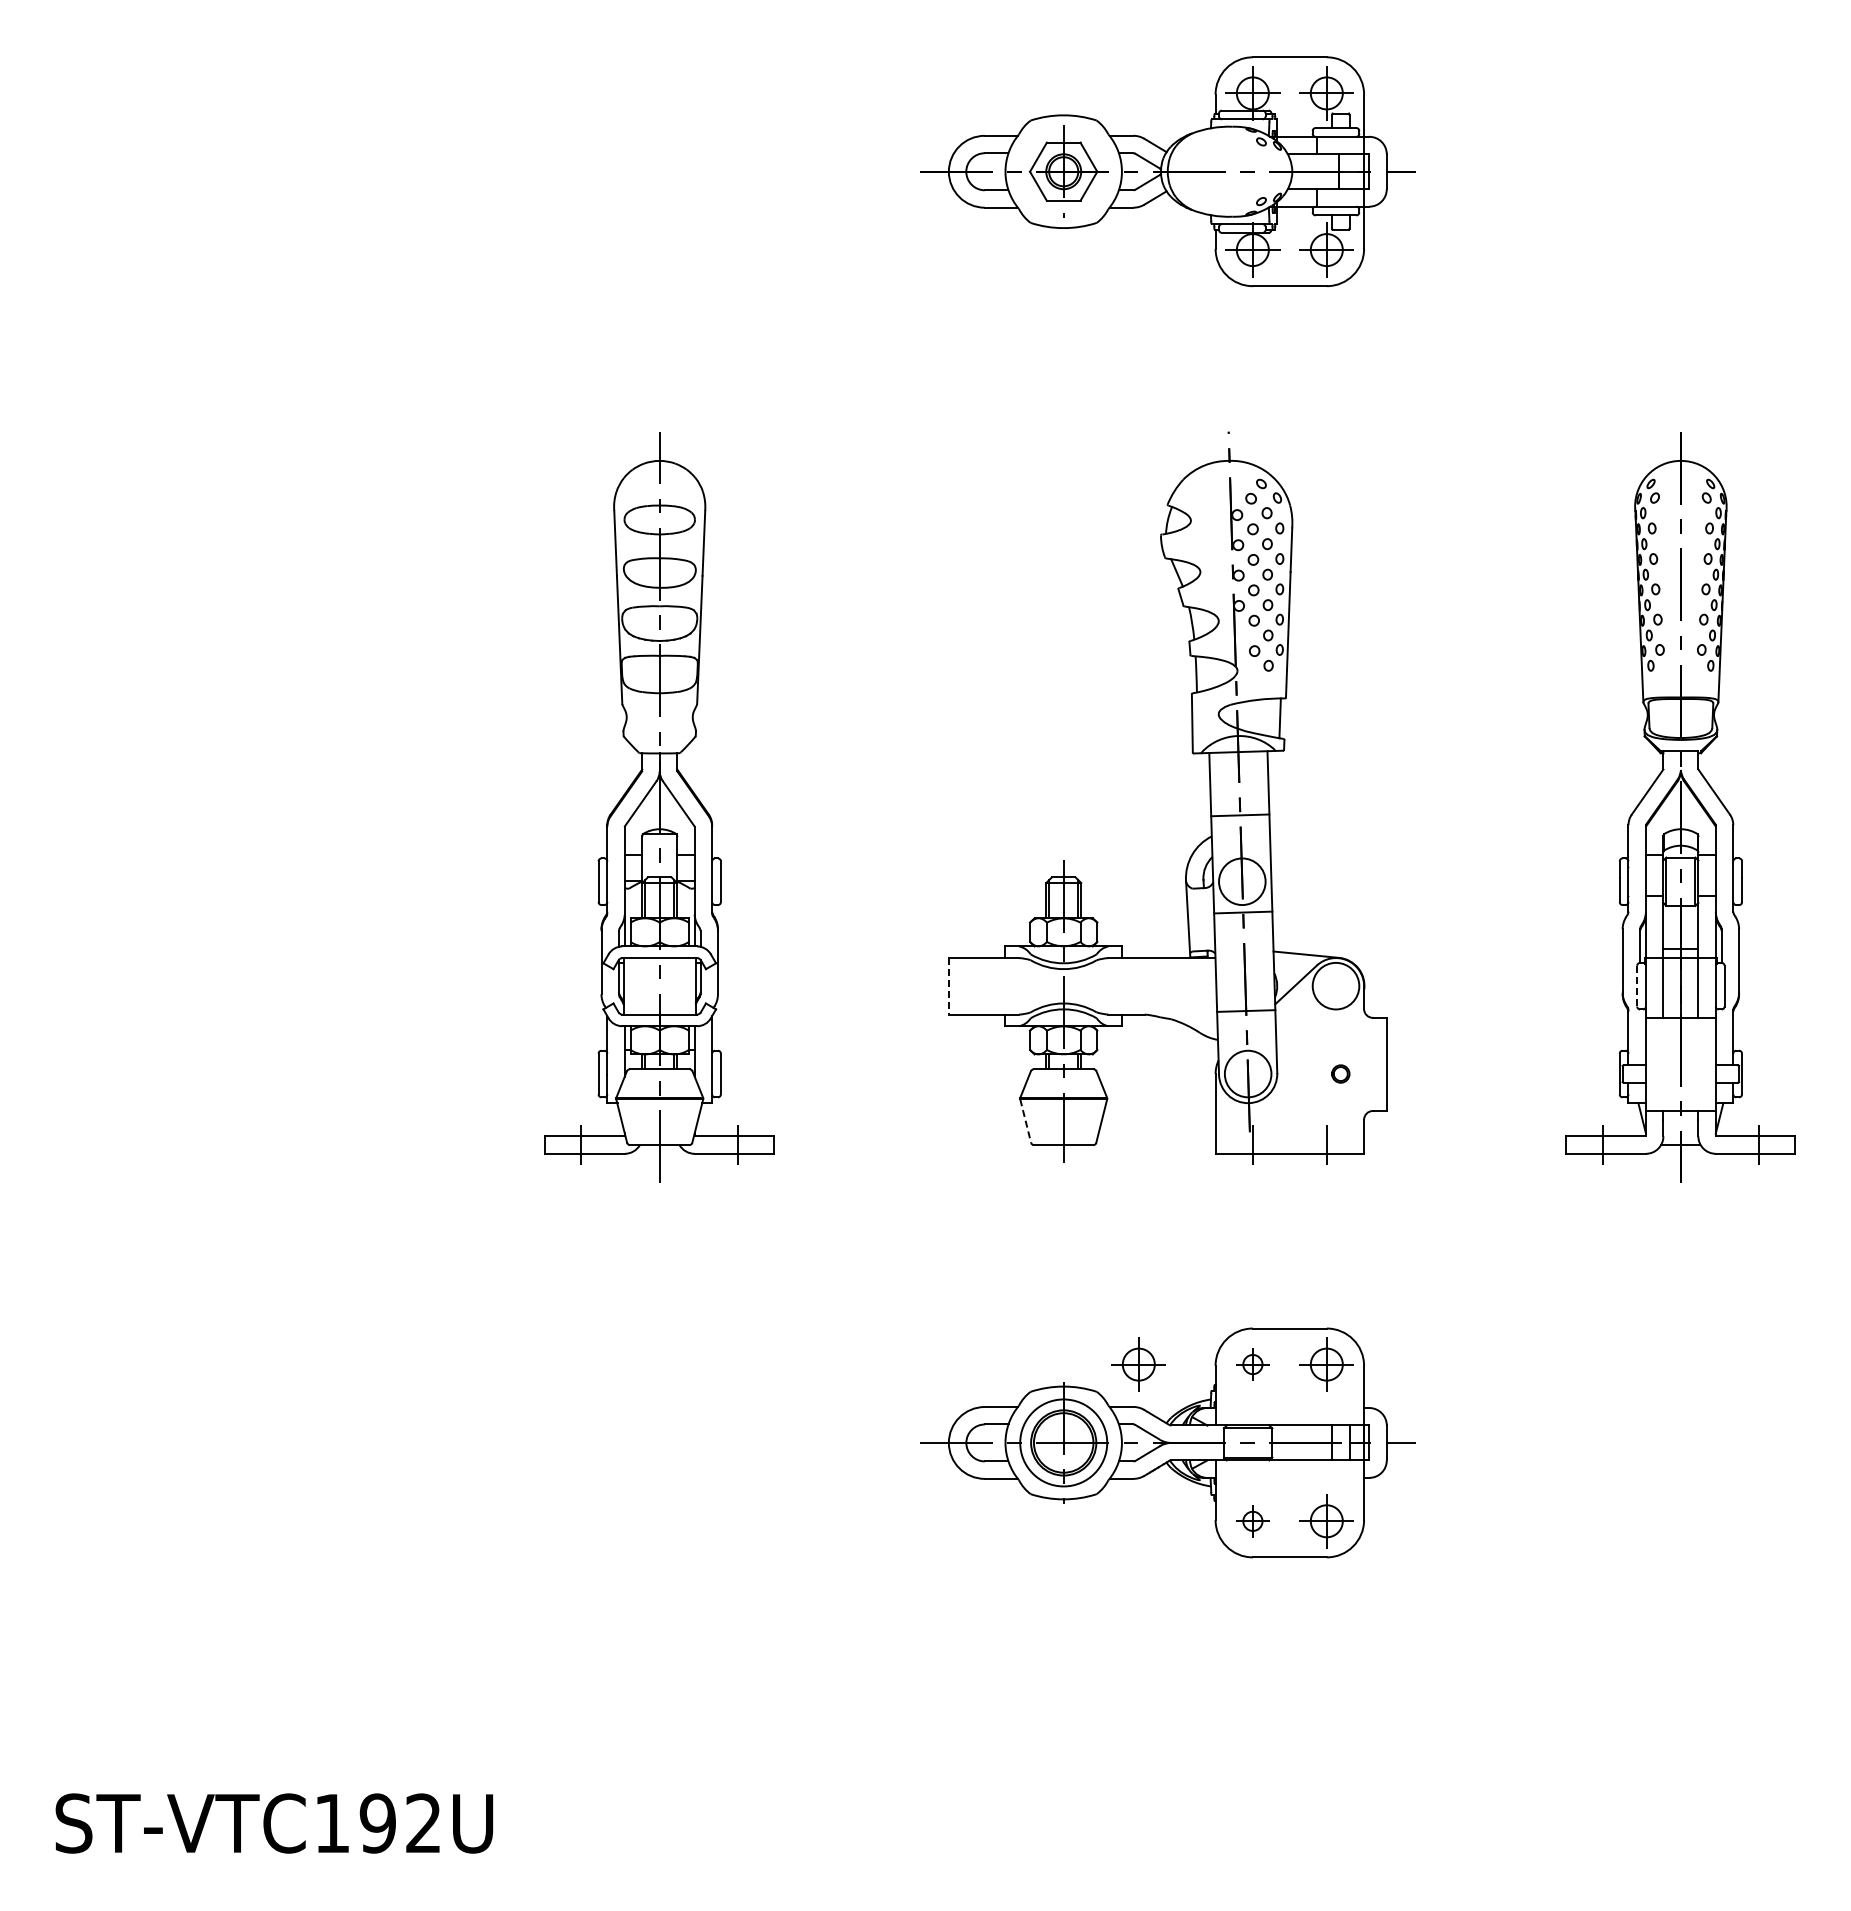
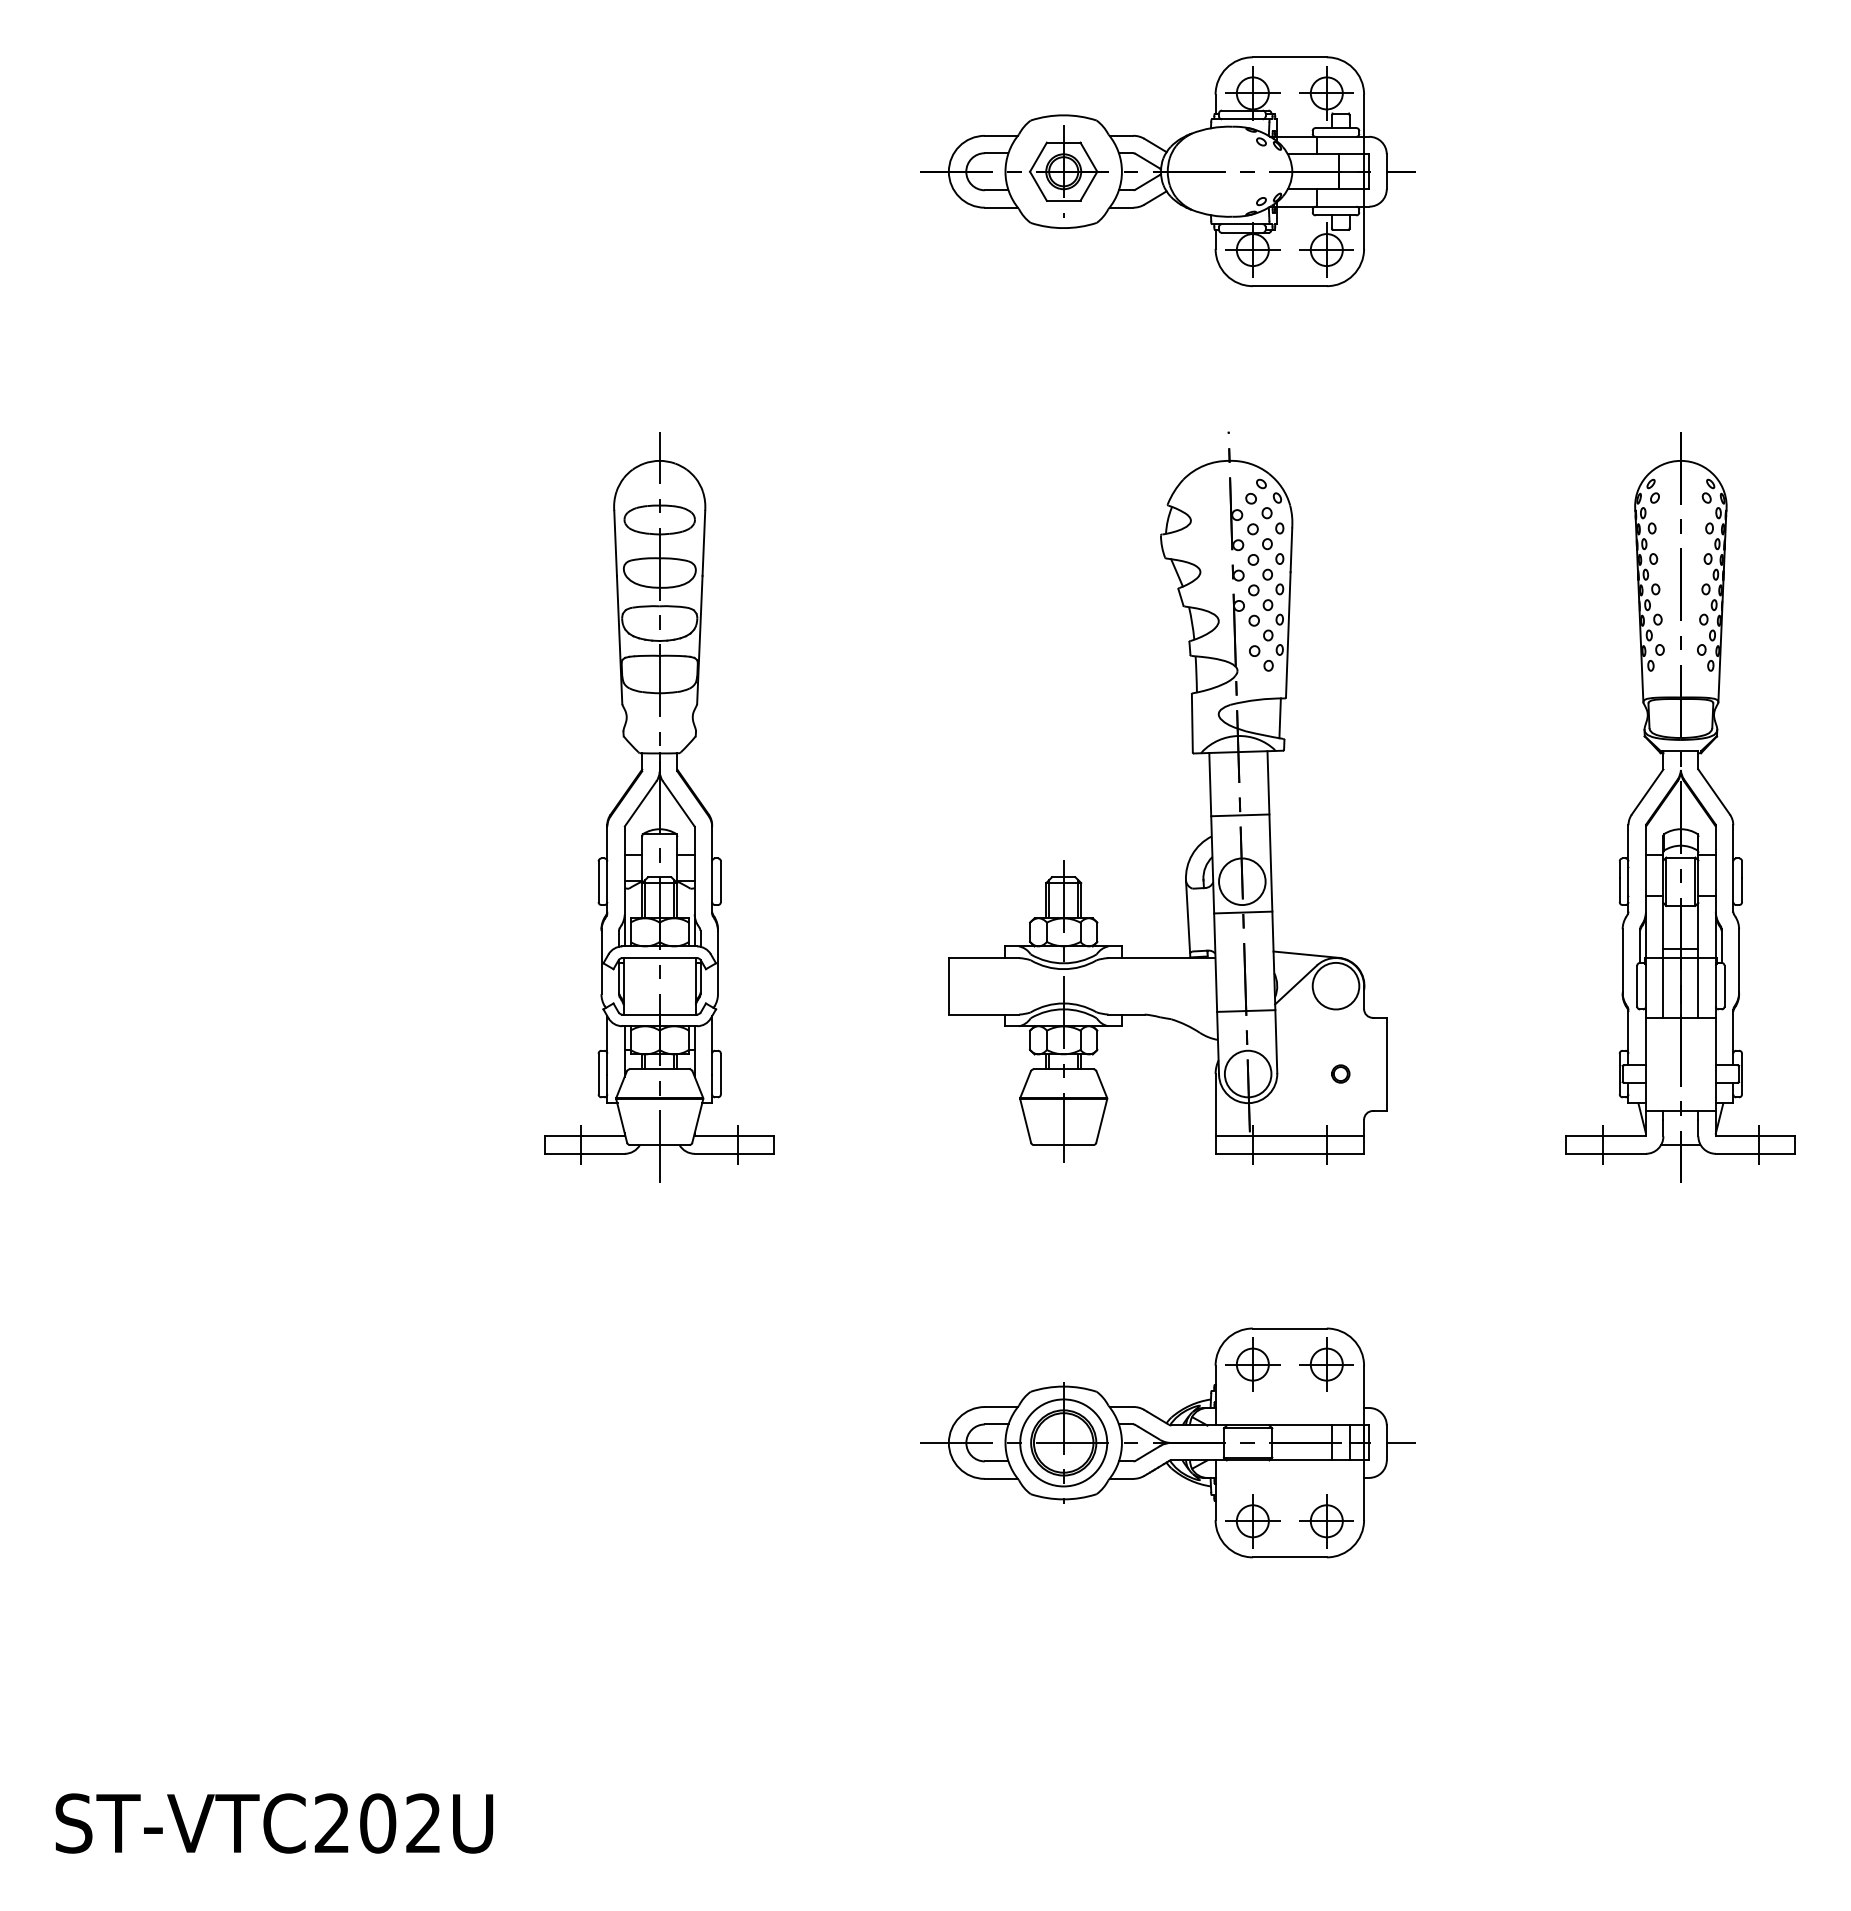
line at (948, 986): dashed -> solid
line at (1637, 986): dashed -> solid
line at (1025, 1121): dashed -> solid
line at (1289, 1136): none -> present
part at (1138, 1364): present -> none
part at (1252, 1364) size: 34x33 px -> 56x55 px
part at (1252, 1521) size: 34x33 px -> 56x55 px
text at (355, 1823): ST-VTC192U -> ST-VTC202U
